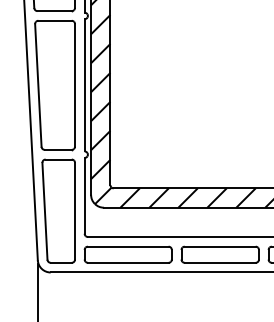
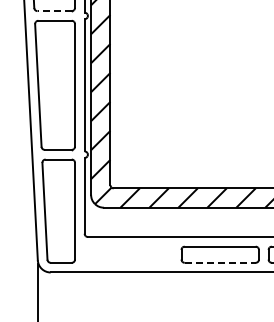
line at (54, 11): solid -> dashed
part at (127, 254): present -> none
line at (220, 262): solid -> dashed
